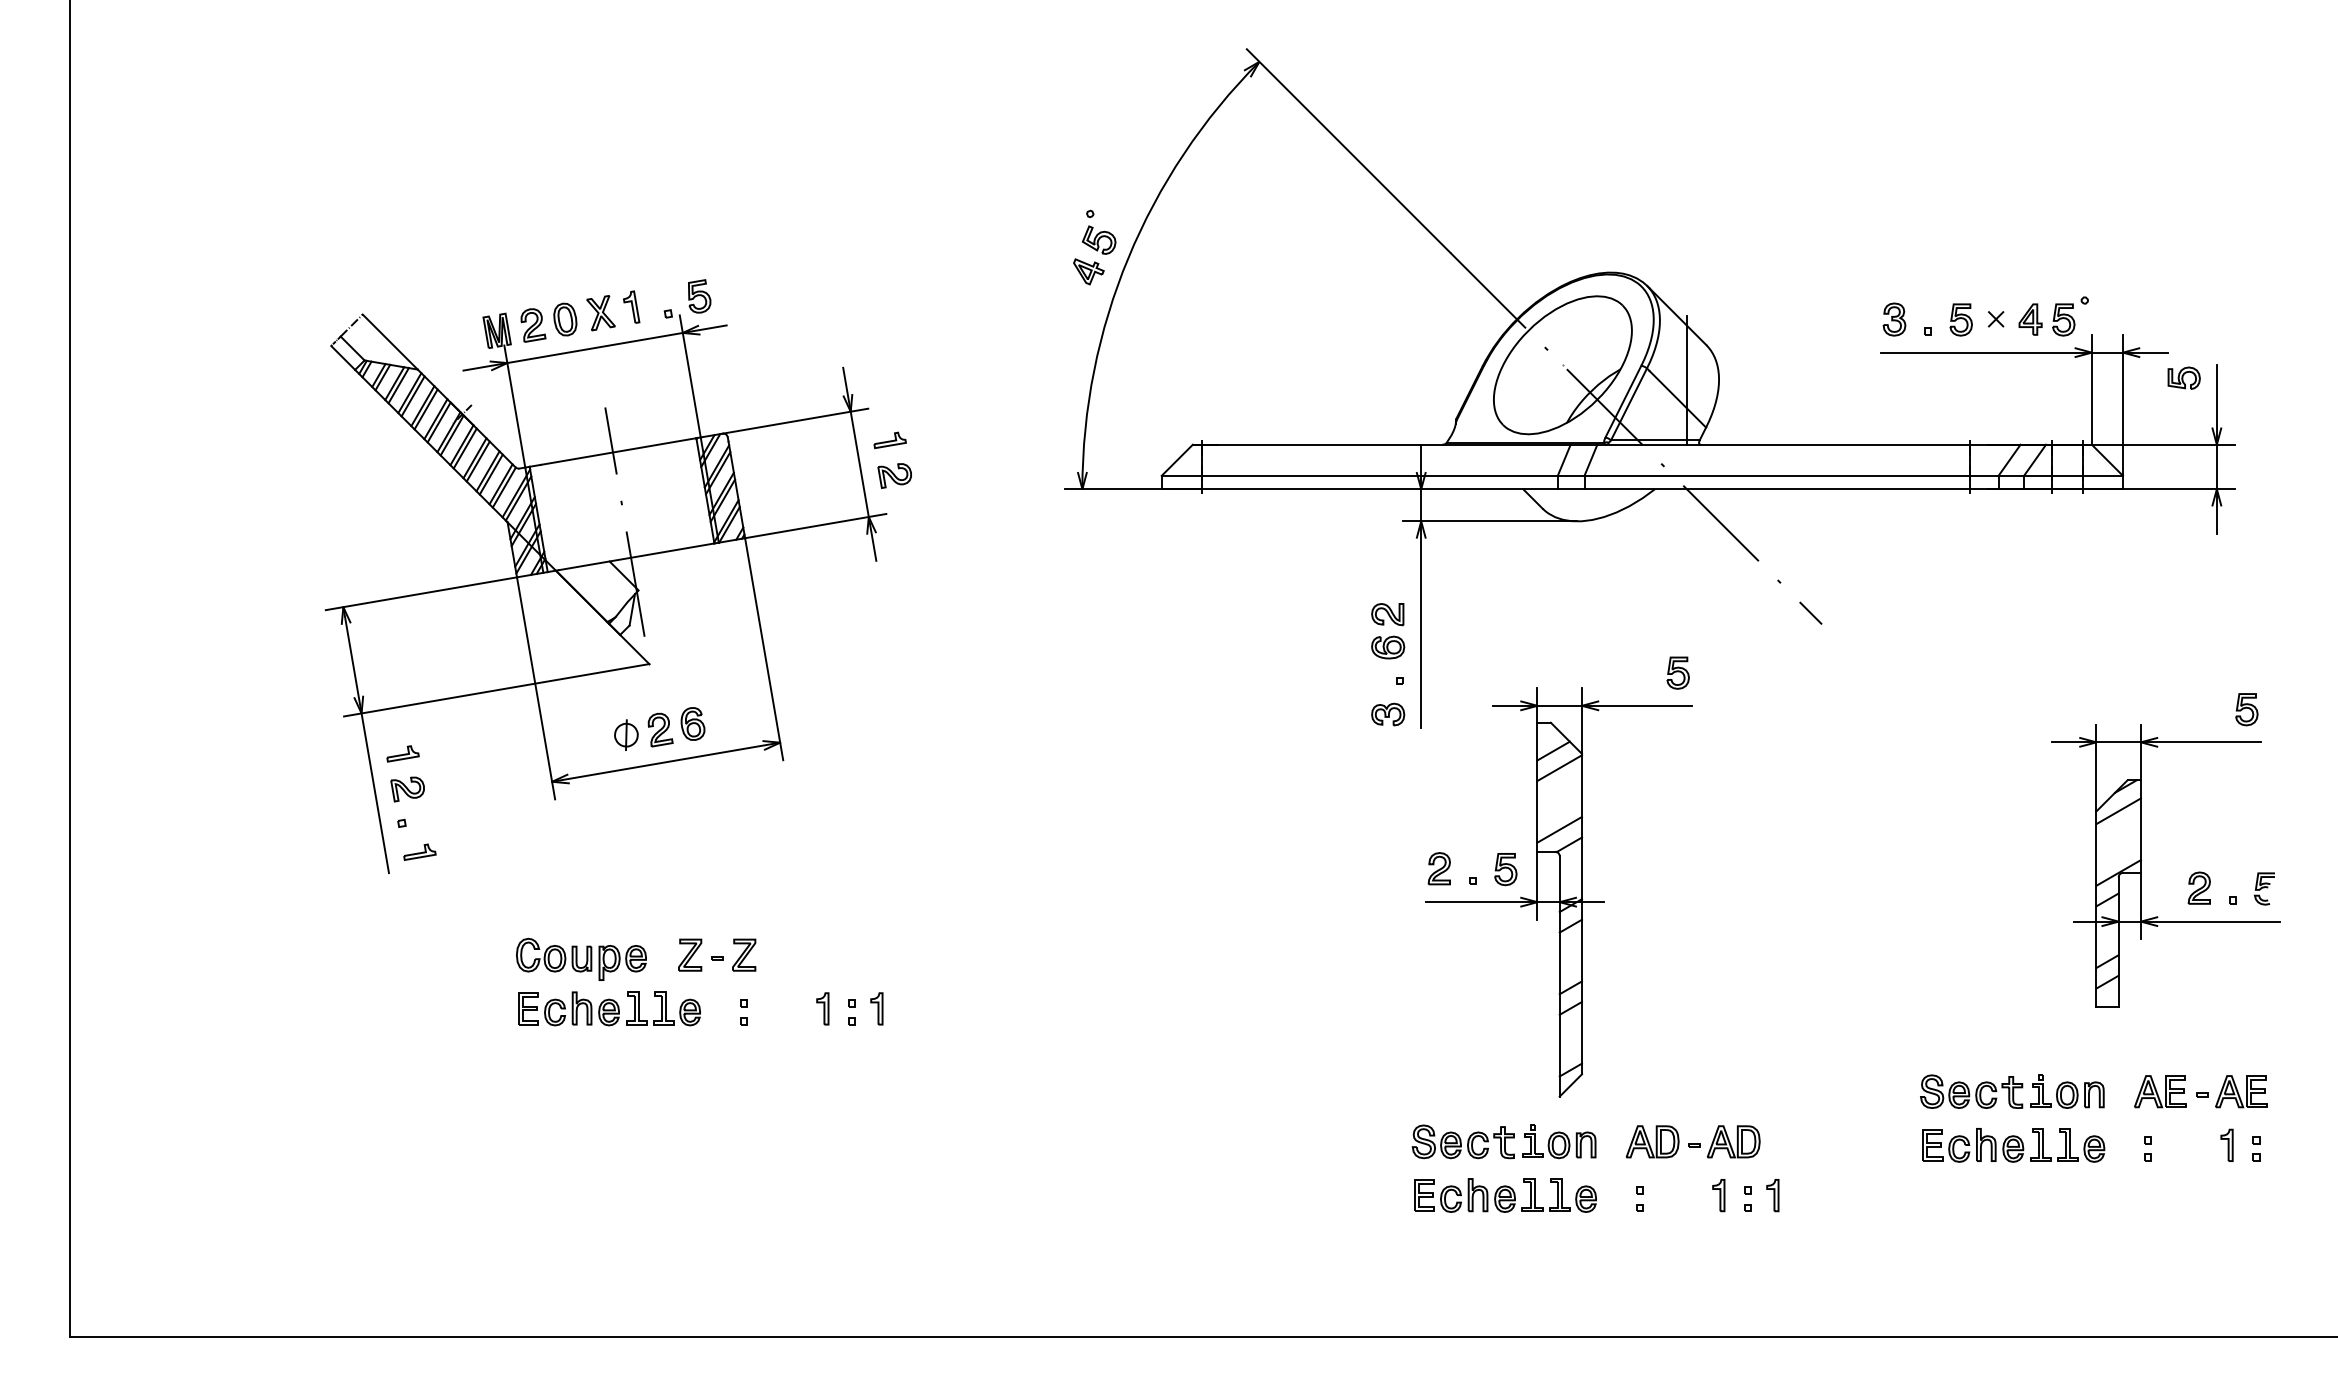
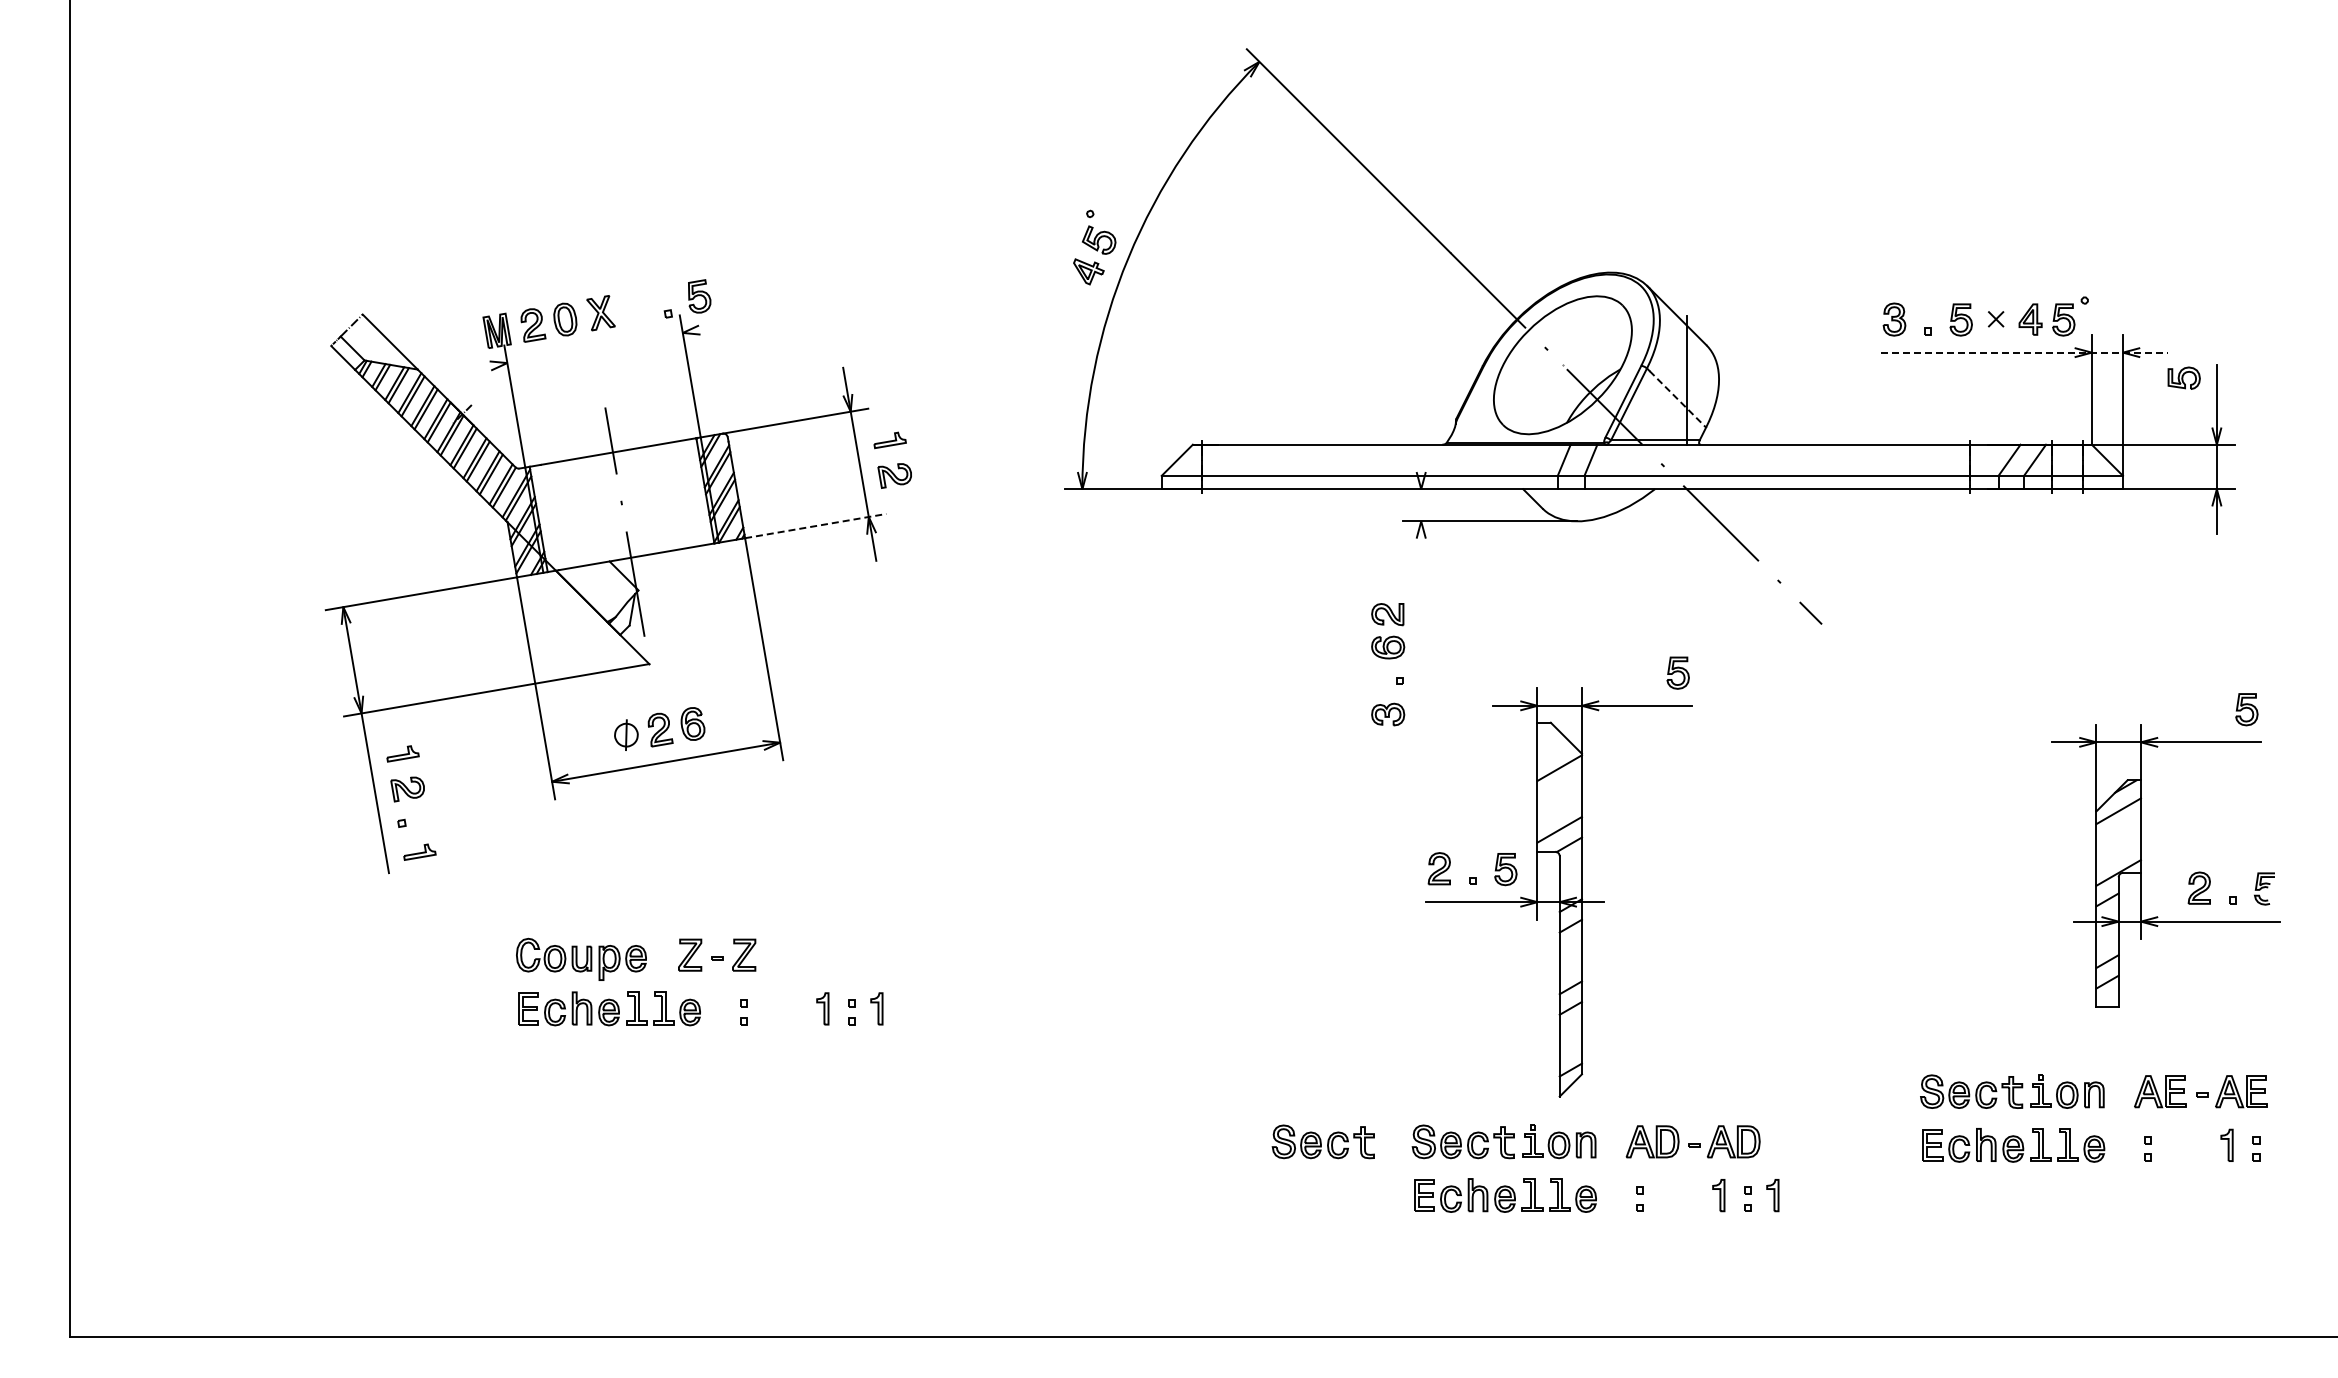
part at (631, 306): present -> none
line at (594, 347): present -> none
line at (2024, 352): solid -> dashed
line at (1677, 399): solid -> dashed
line at (815, 526): solid -> dashed
line at (1421, 585): present -> none
line at (1553, 750): present -> none
part at (1322, 1141): none -> present
